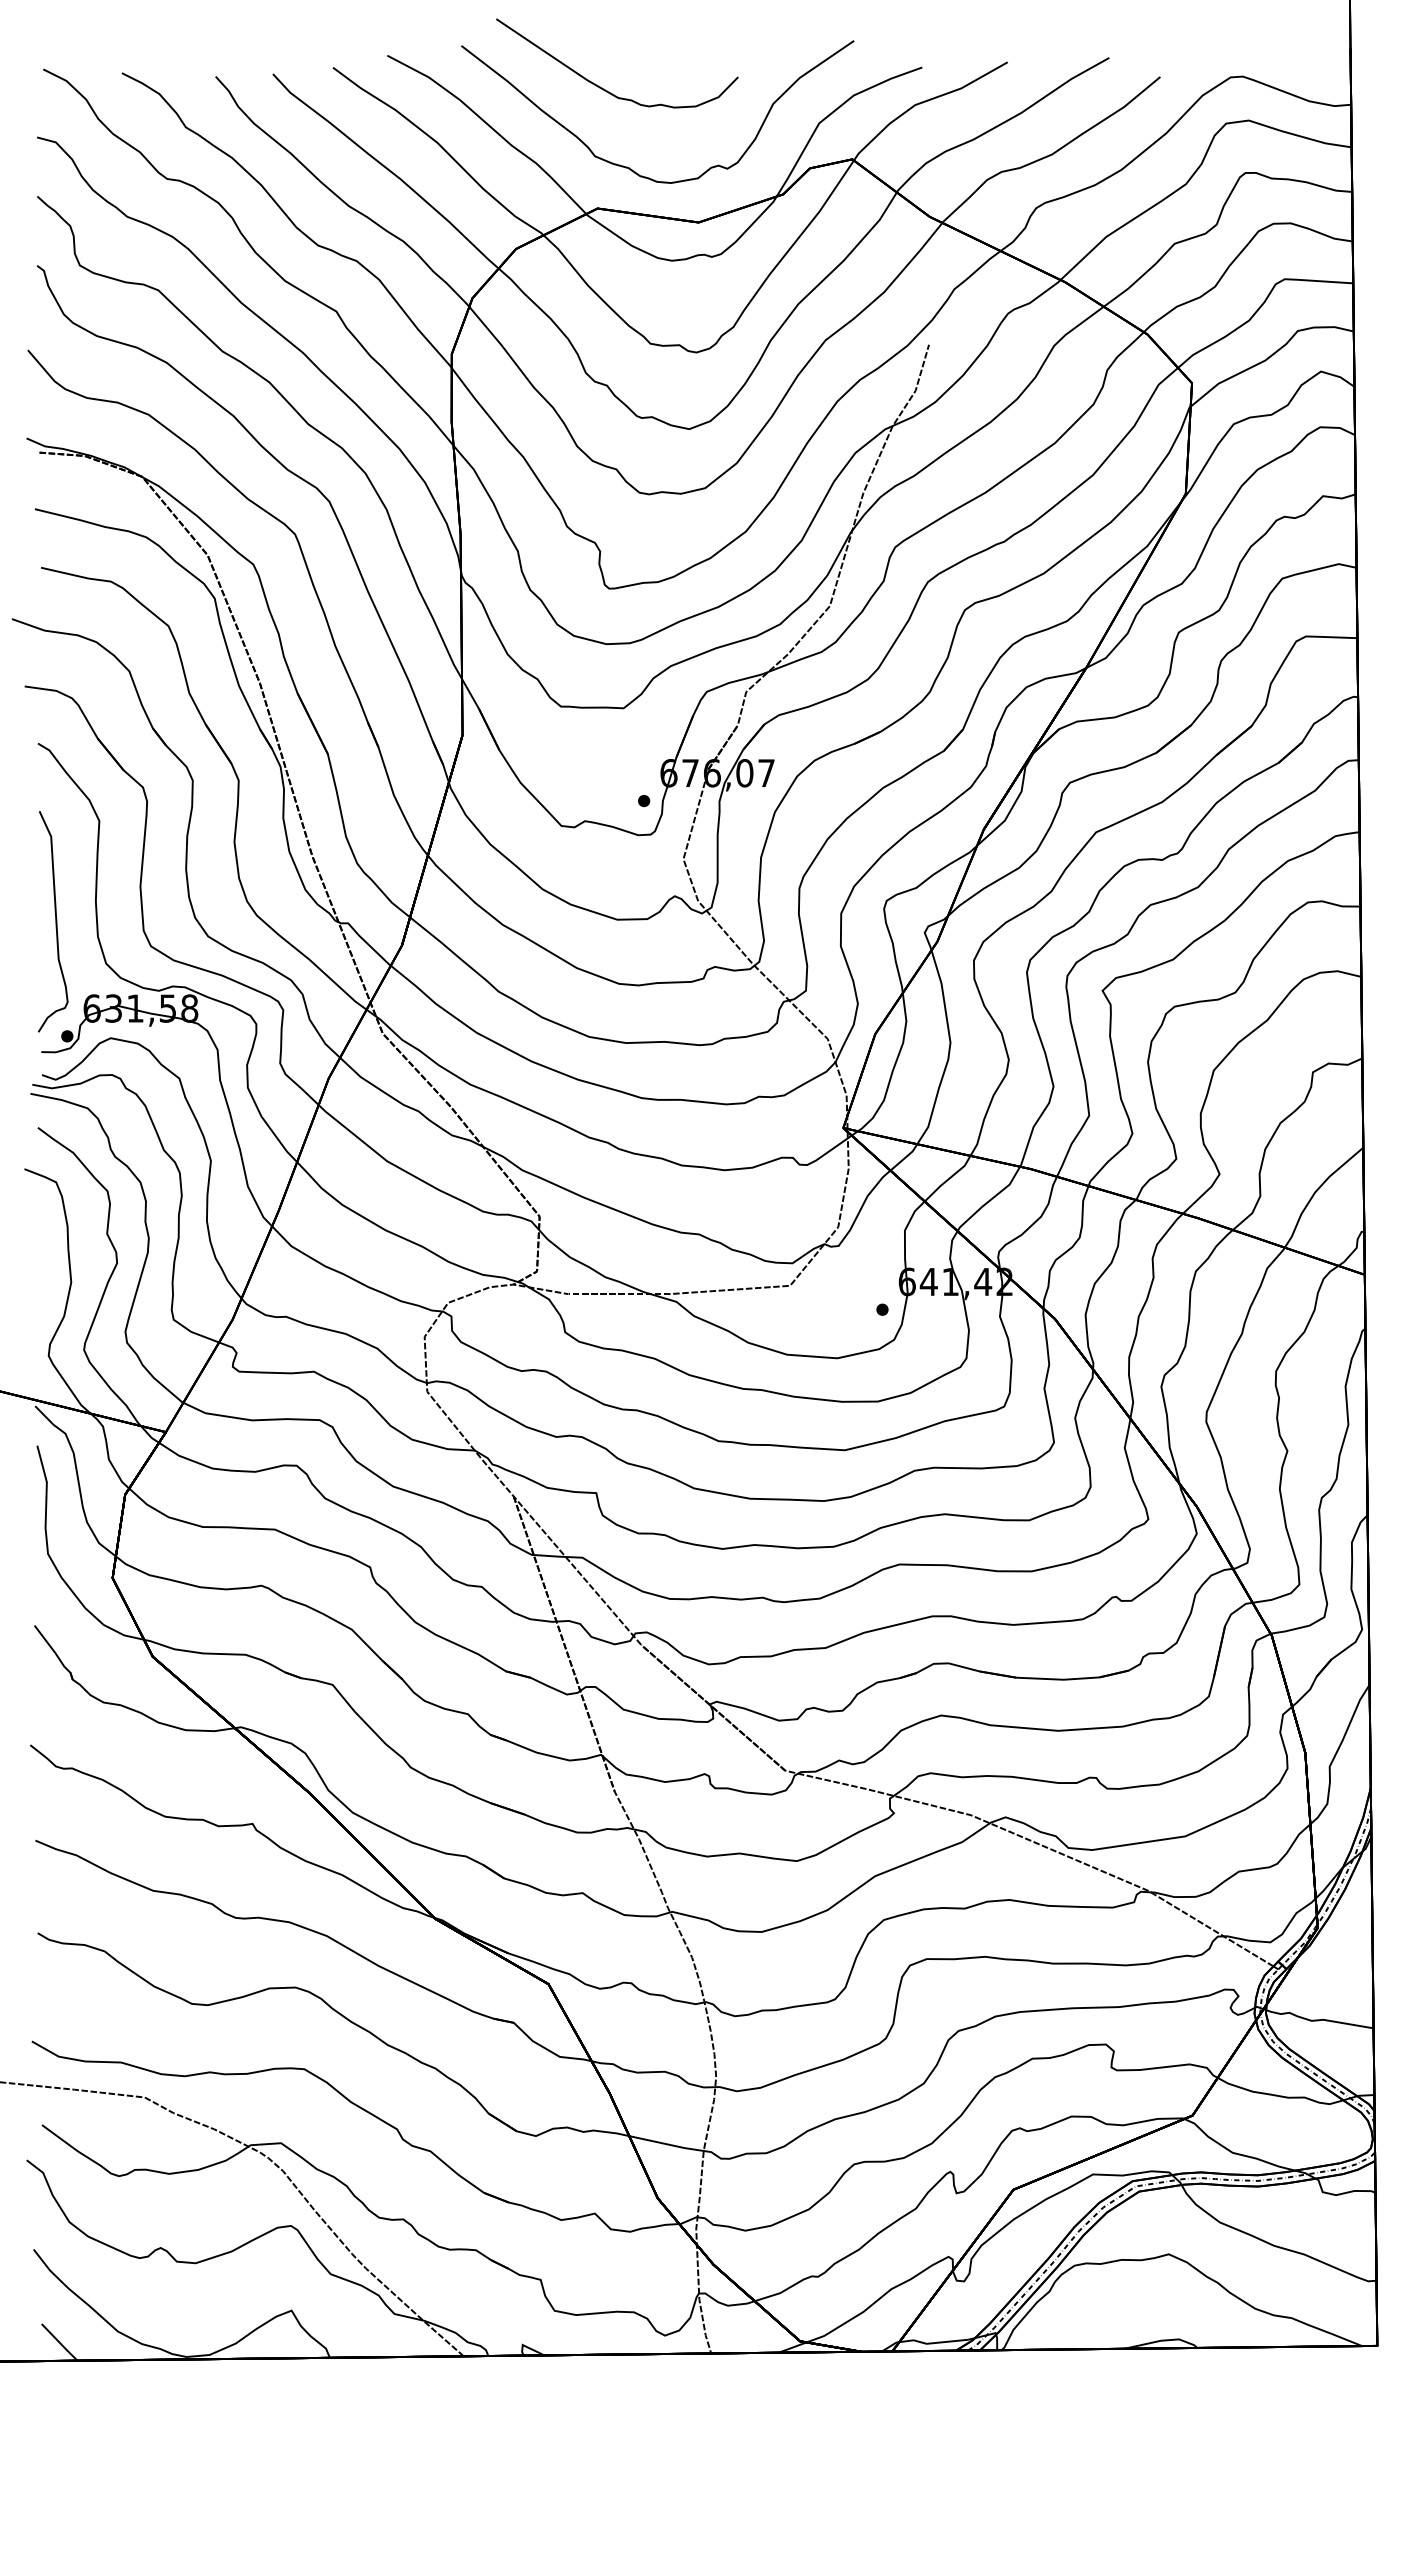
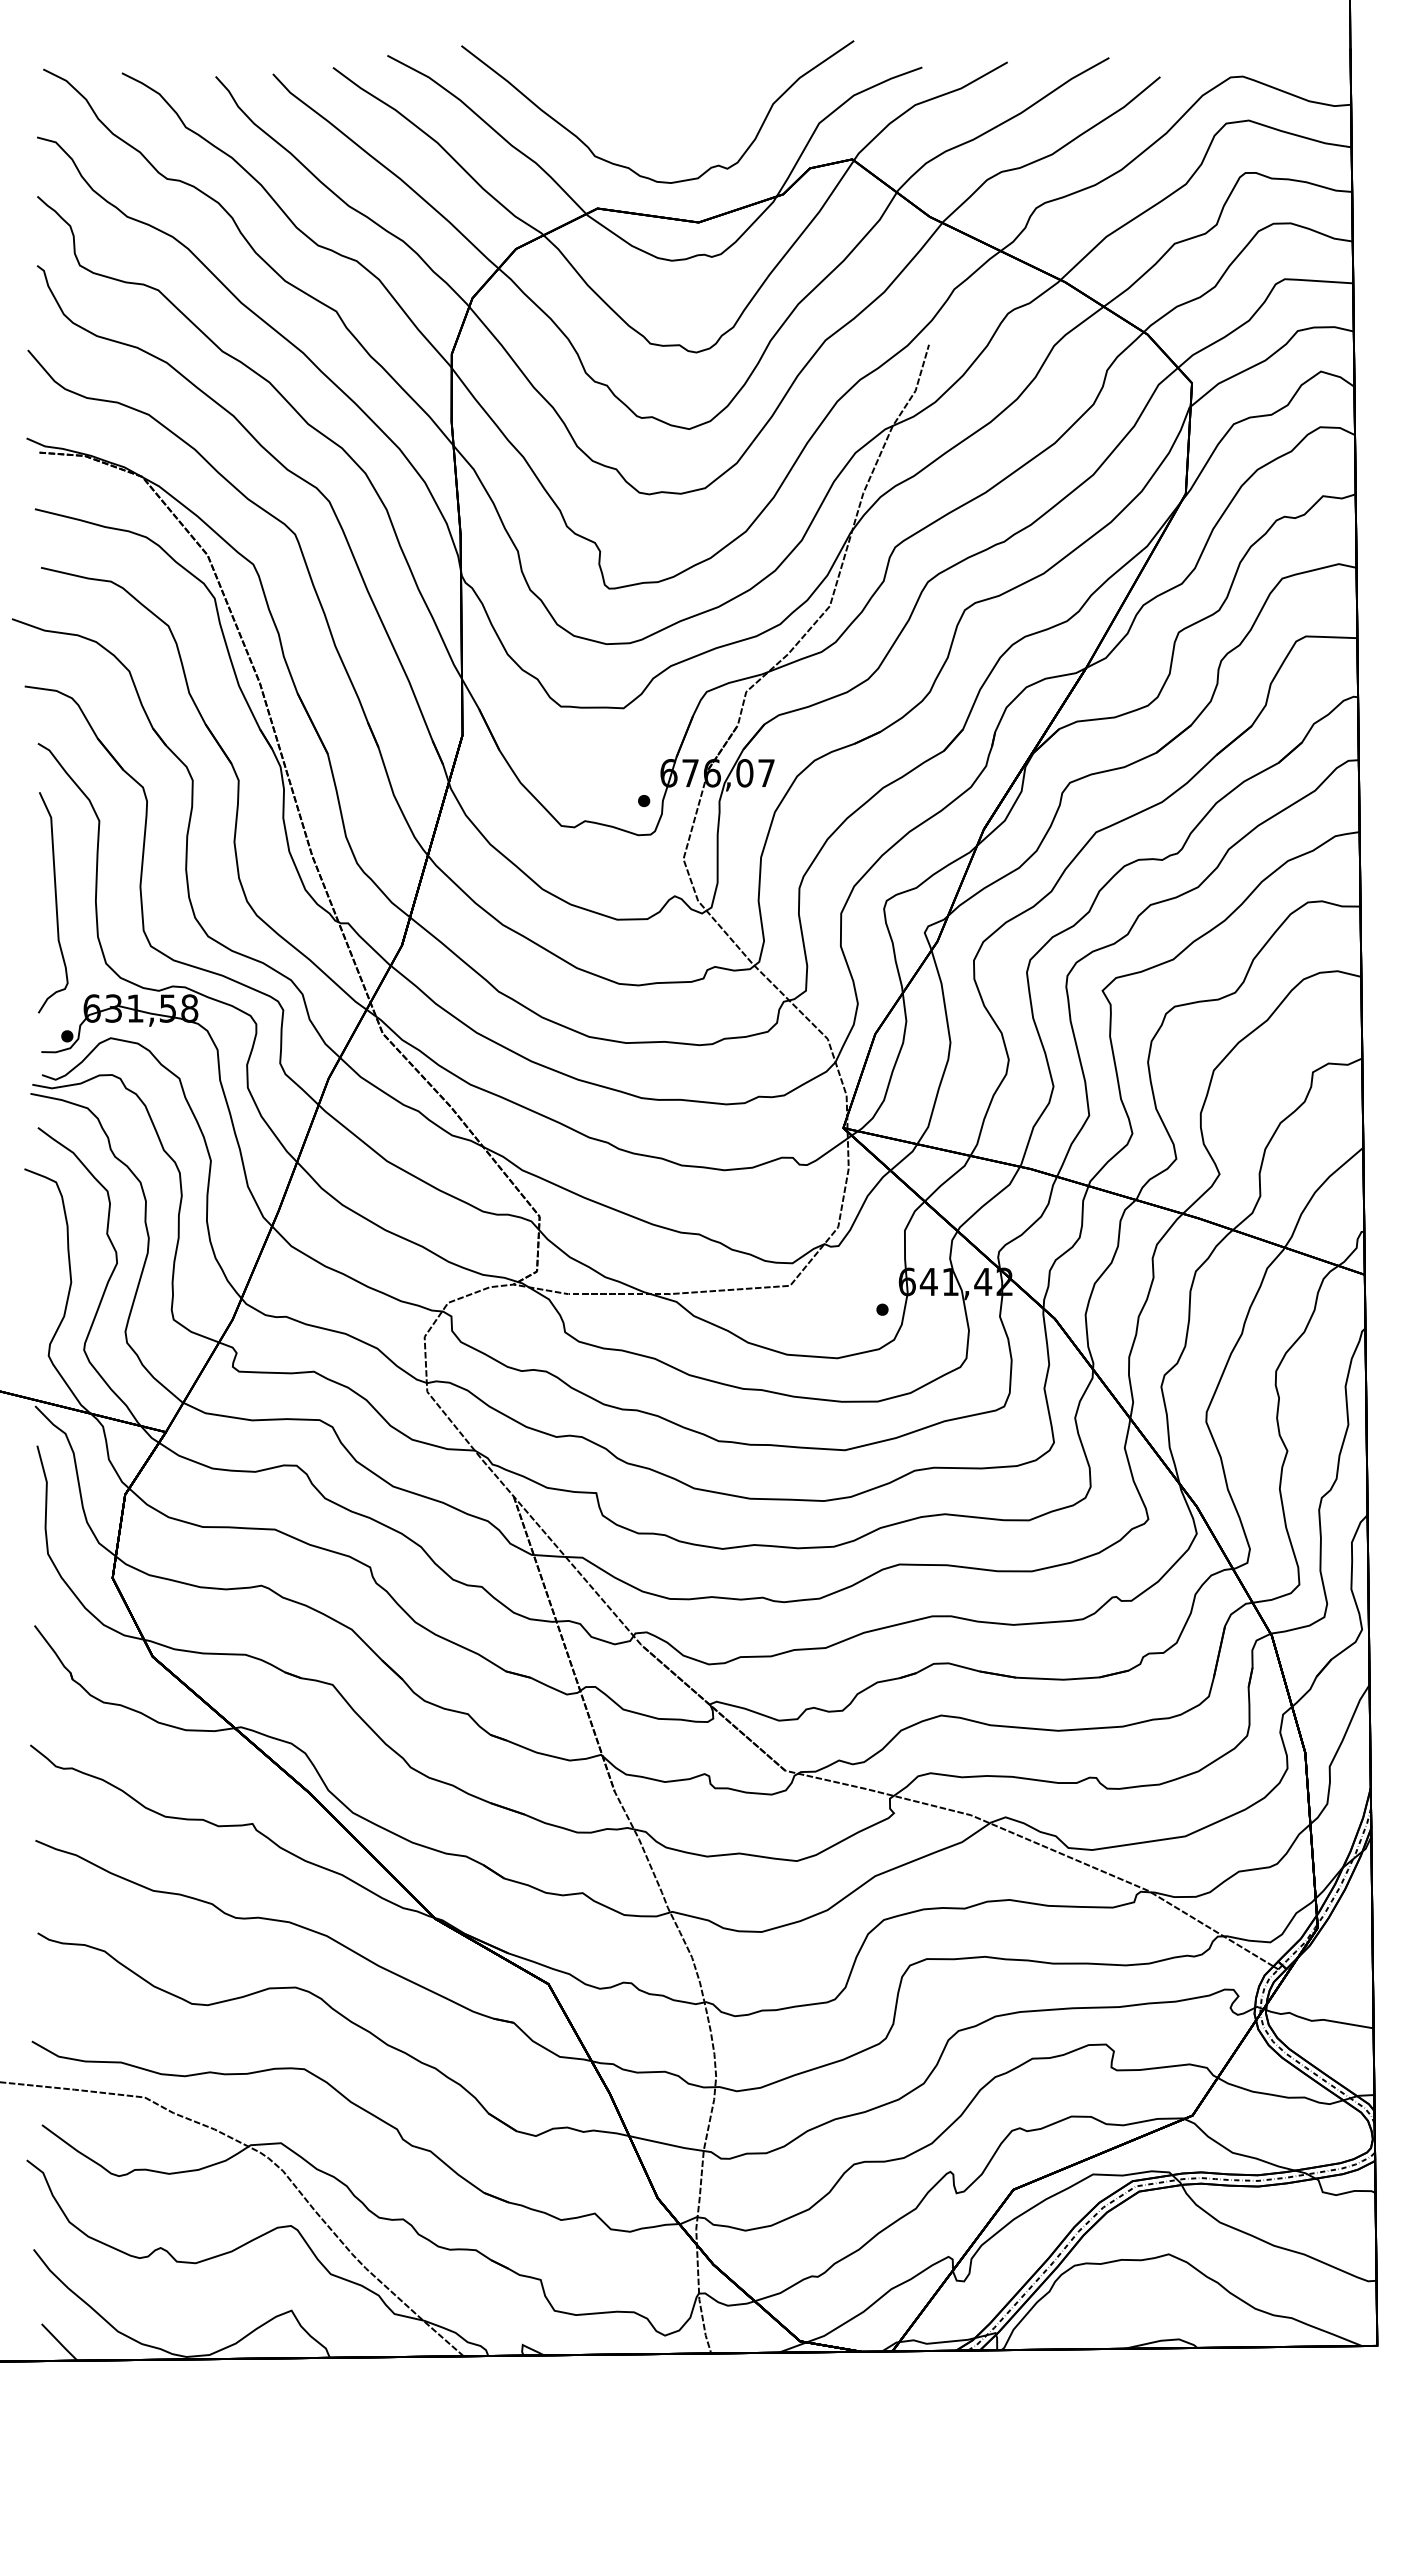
curve at (602, 87): present -> none
curve at (55, 921) position: (55, 921) -> (55, 902)
